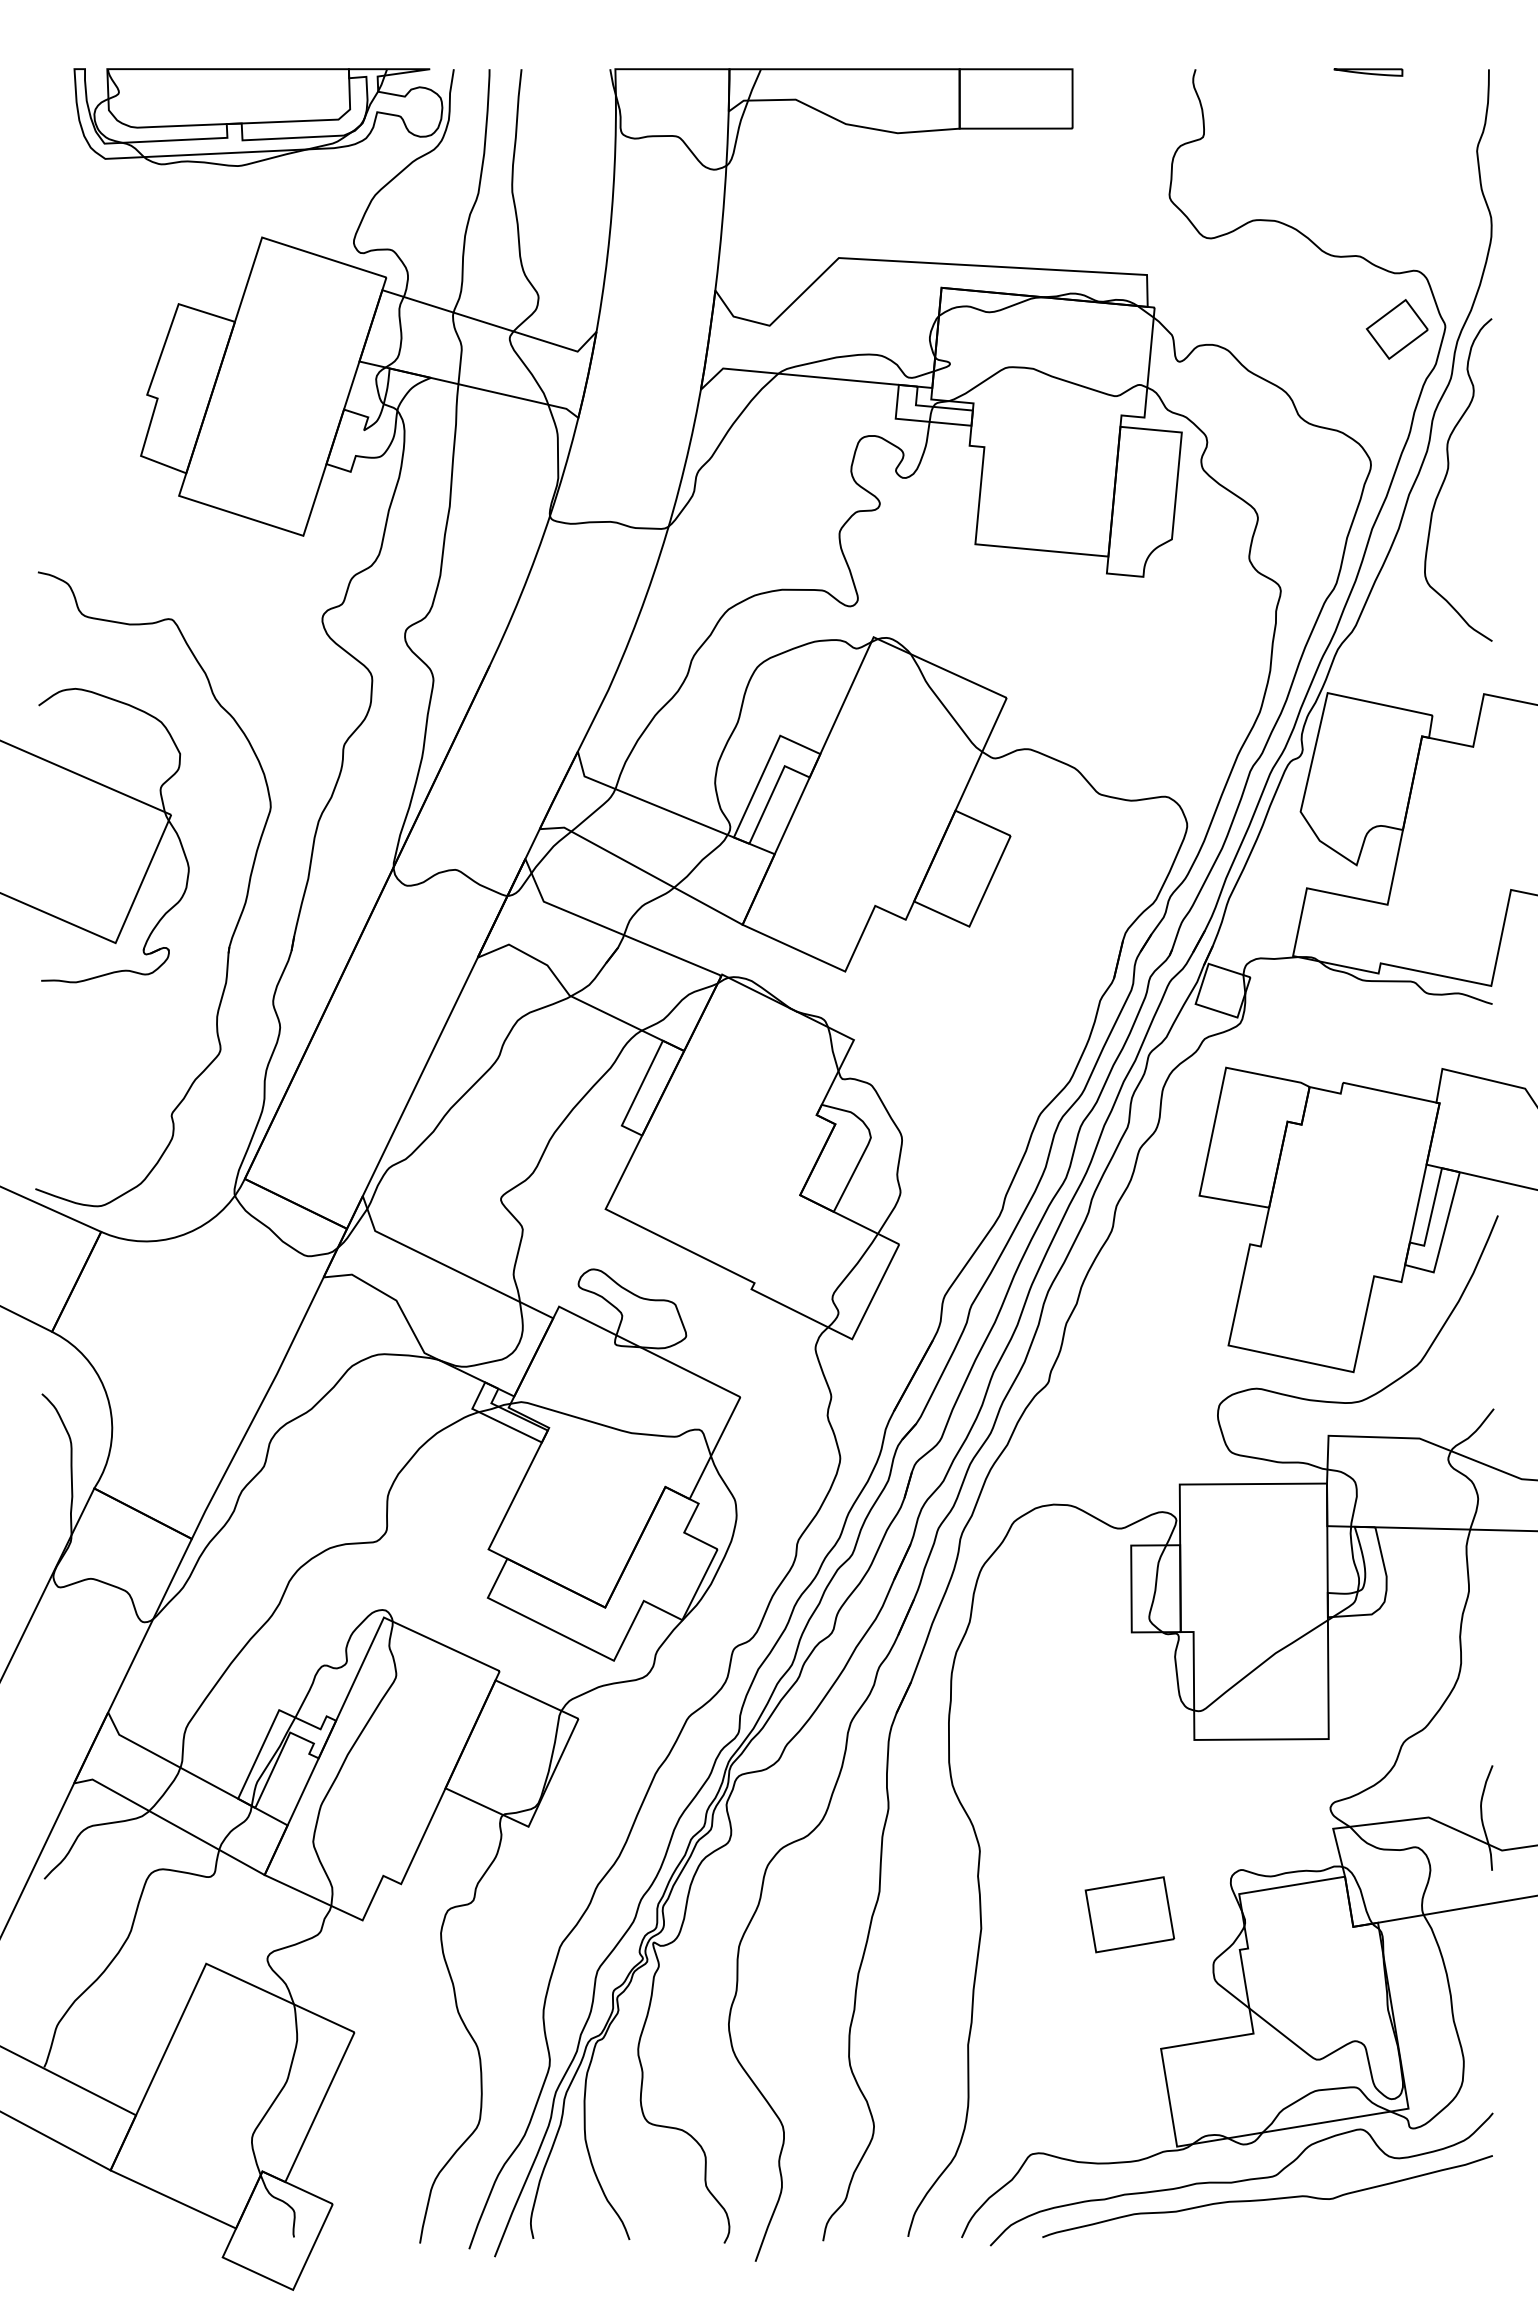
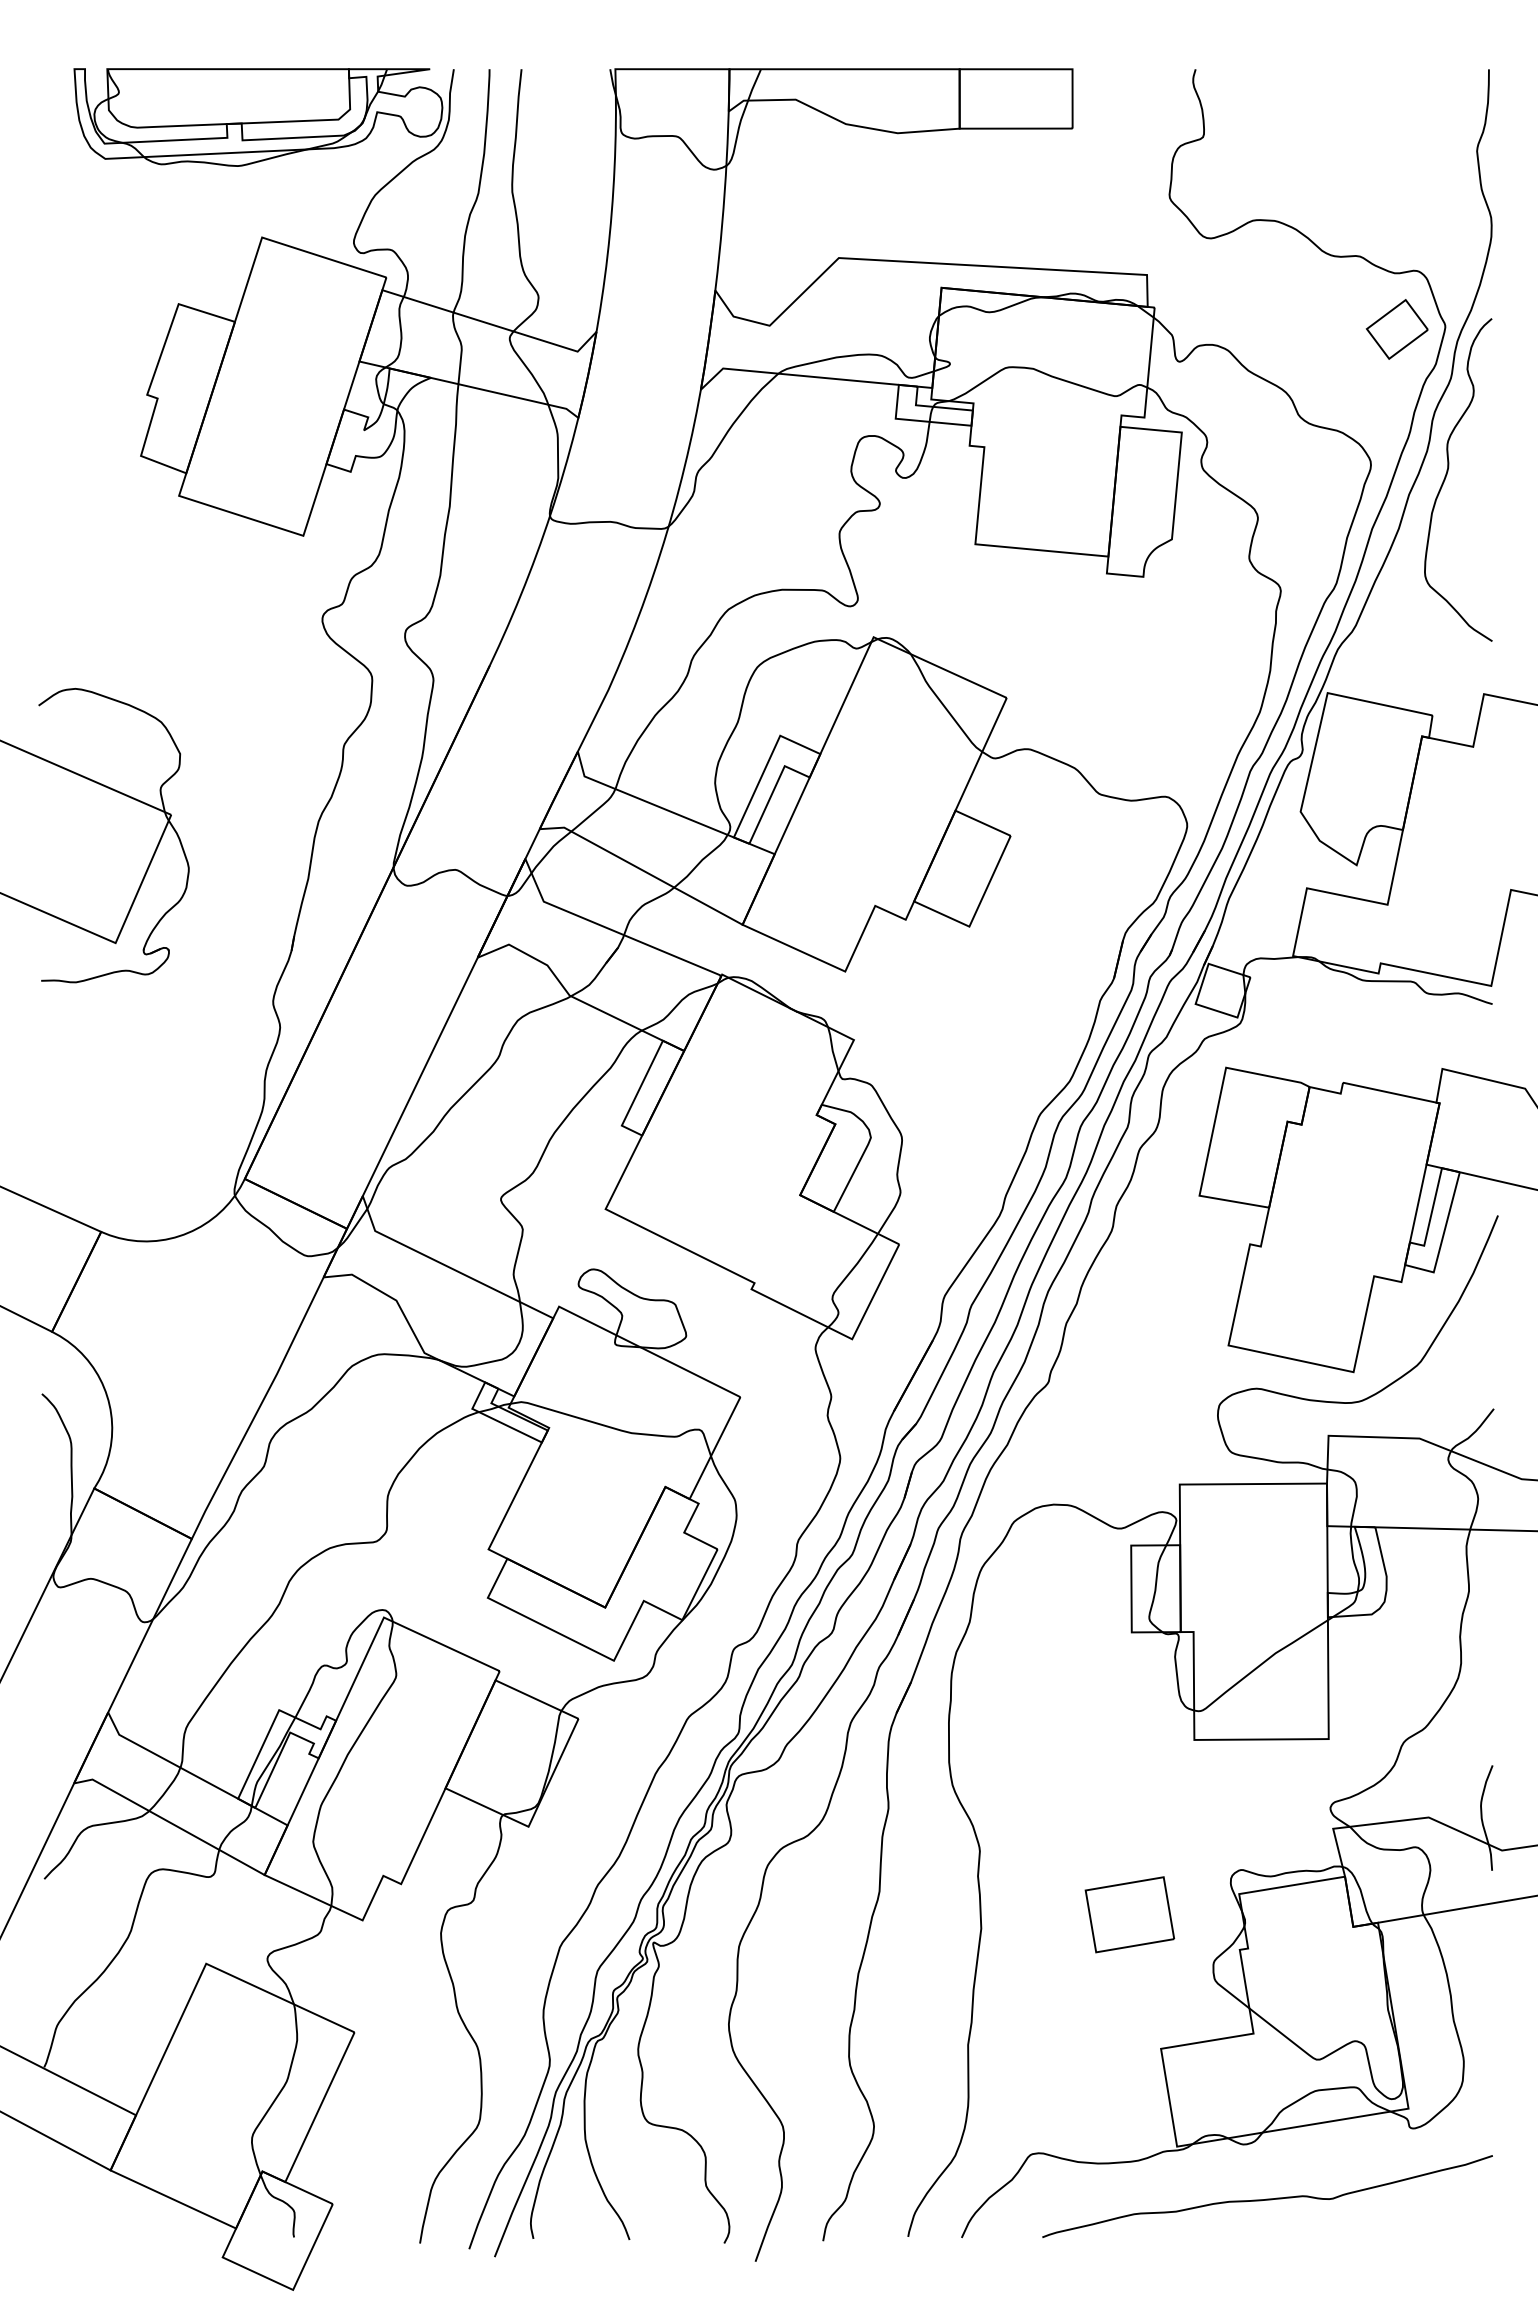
part at (1368, 72): present -> none
part at (236, 923): present -> none
curve at (1242, 2179): present -> none
